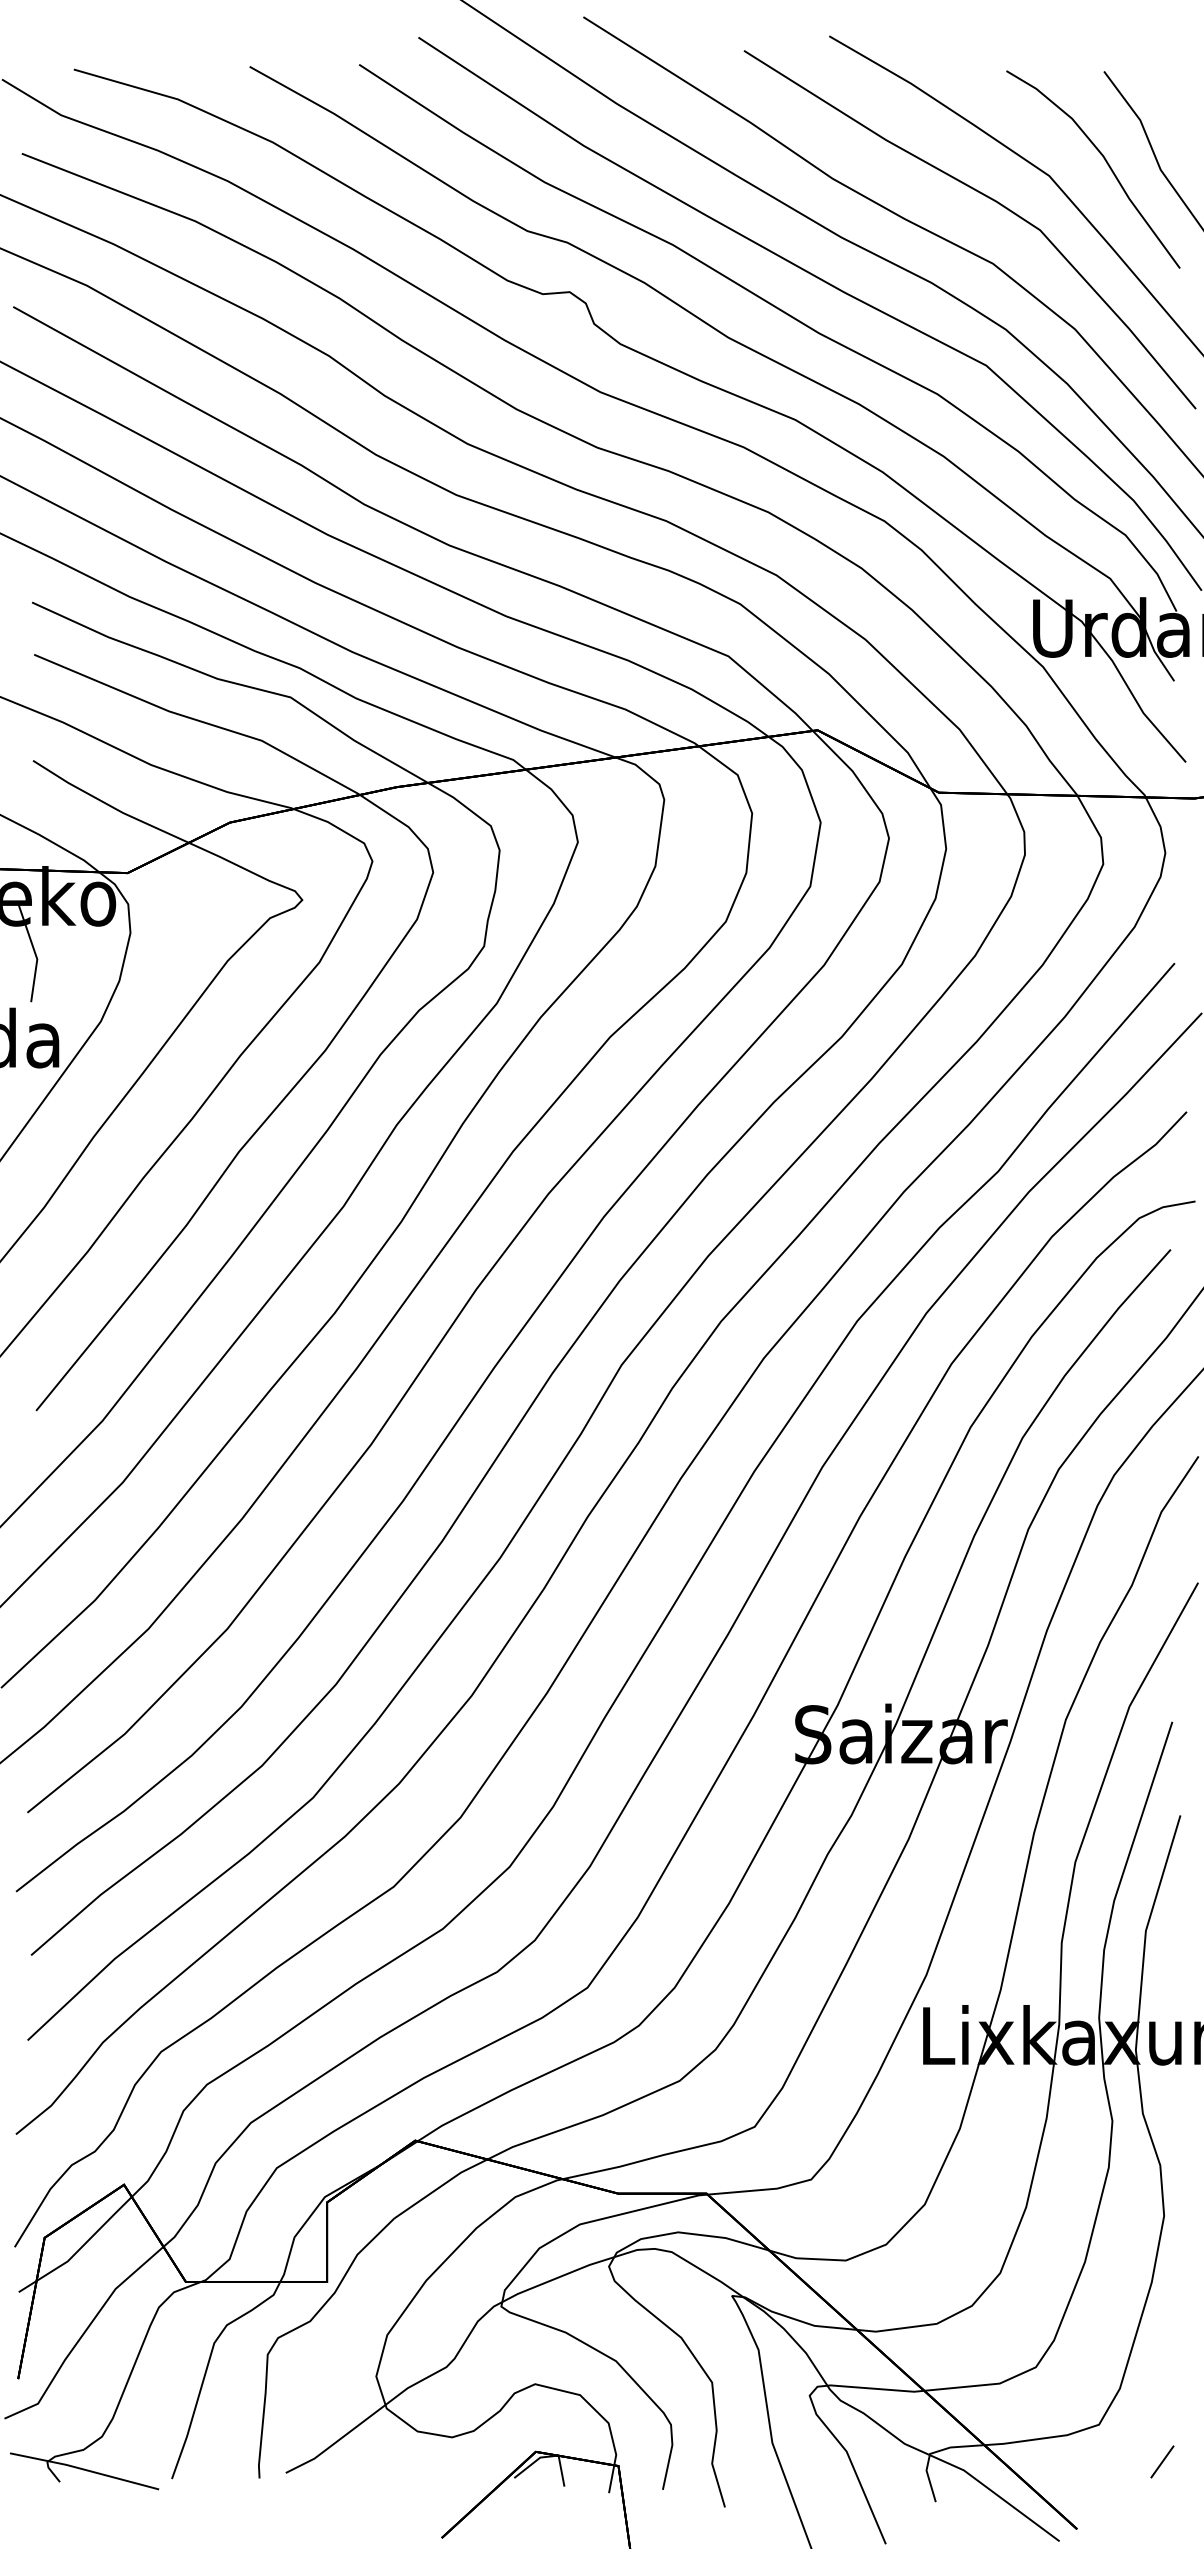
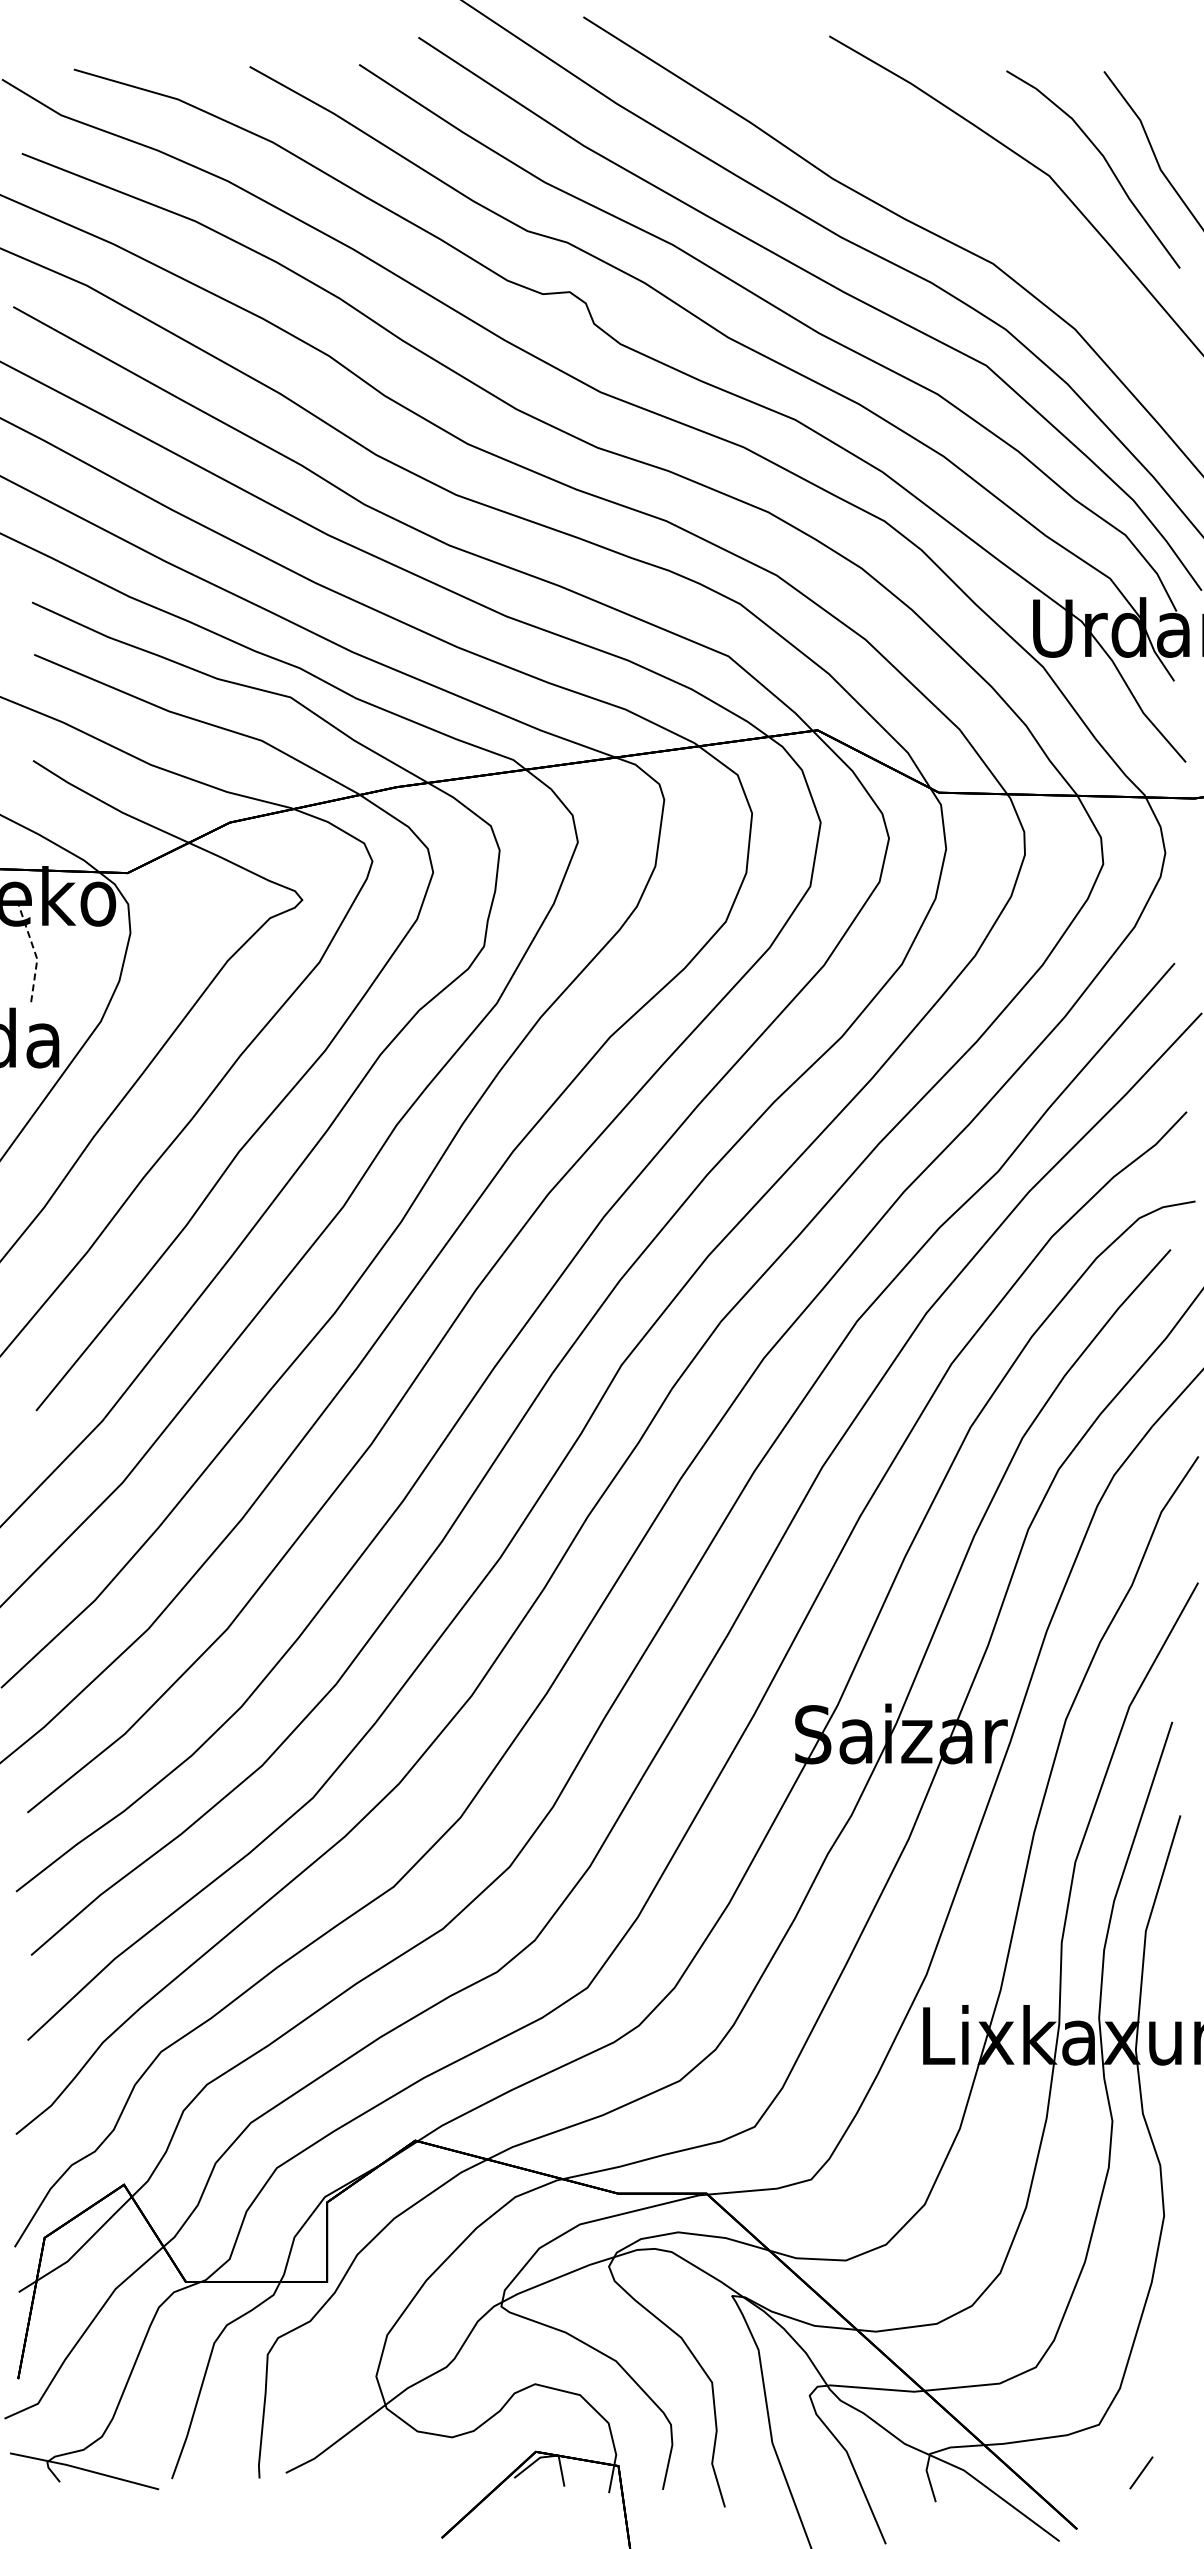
curve at (986, 197): present -> none
line at (35, 952): solid -> dashed
line at (1162, 2461) position: (1162, 2461) -> (1141, 2472)
